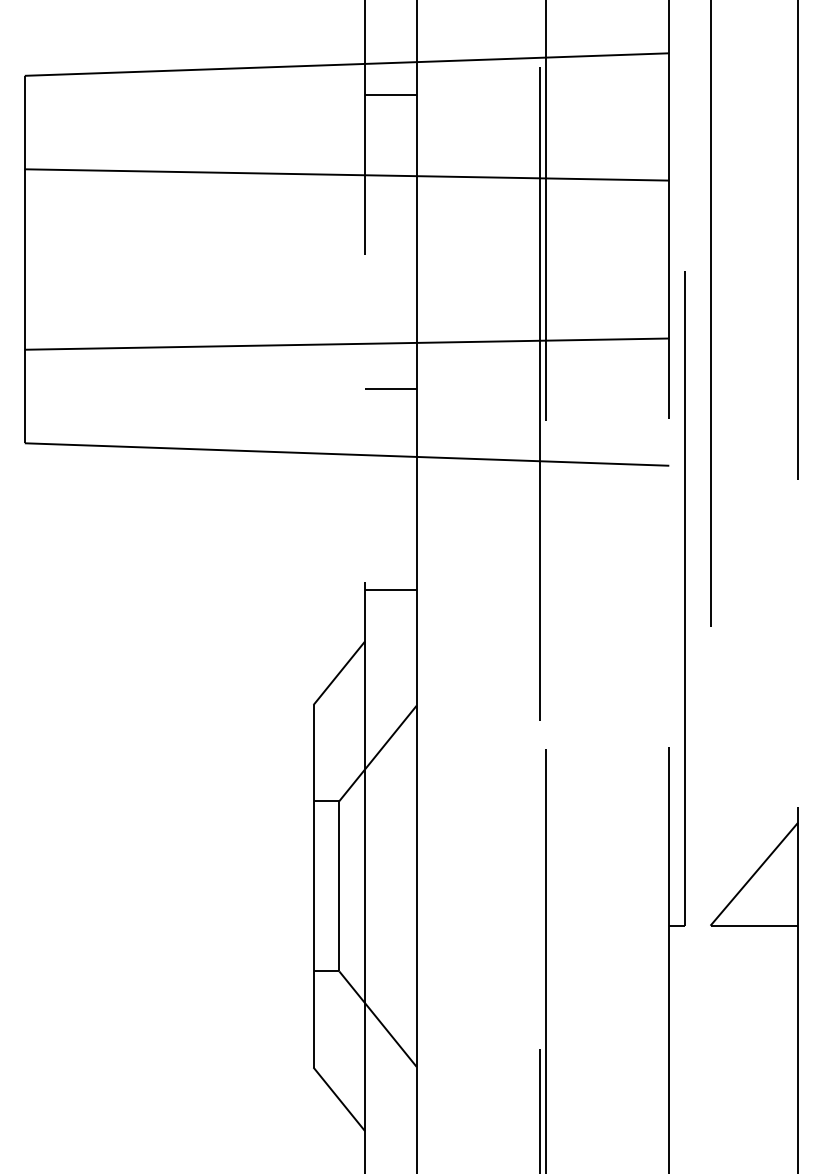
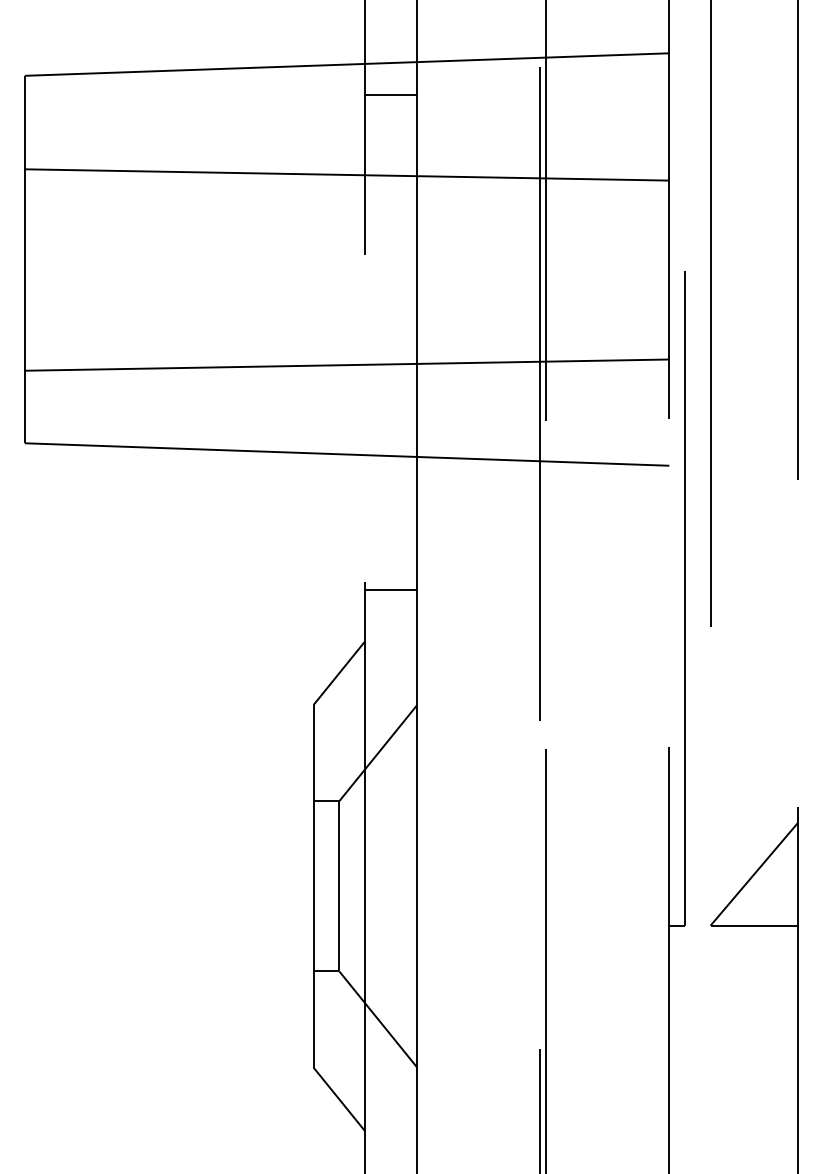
line at (346, 343) position: (346, 343) -> (346, 364)
line at (390, 389): present -> none
